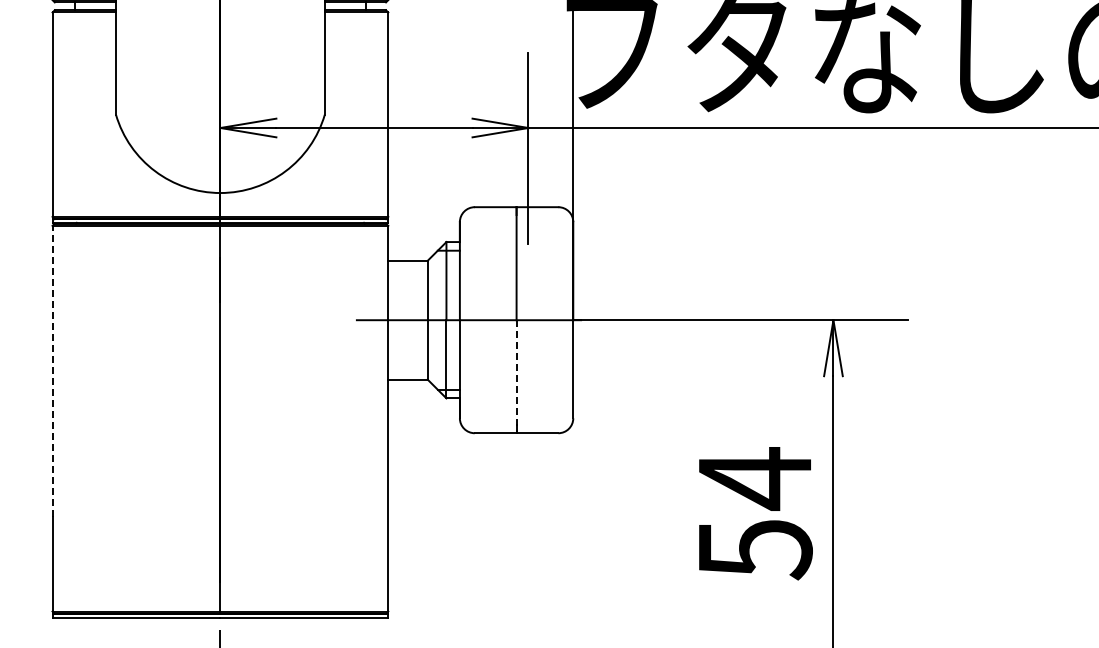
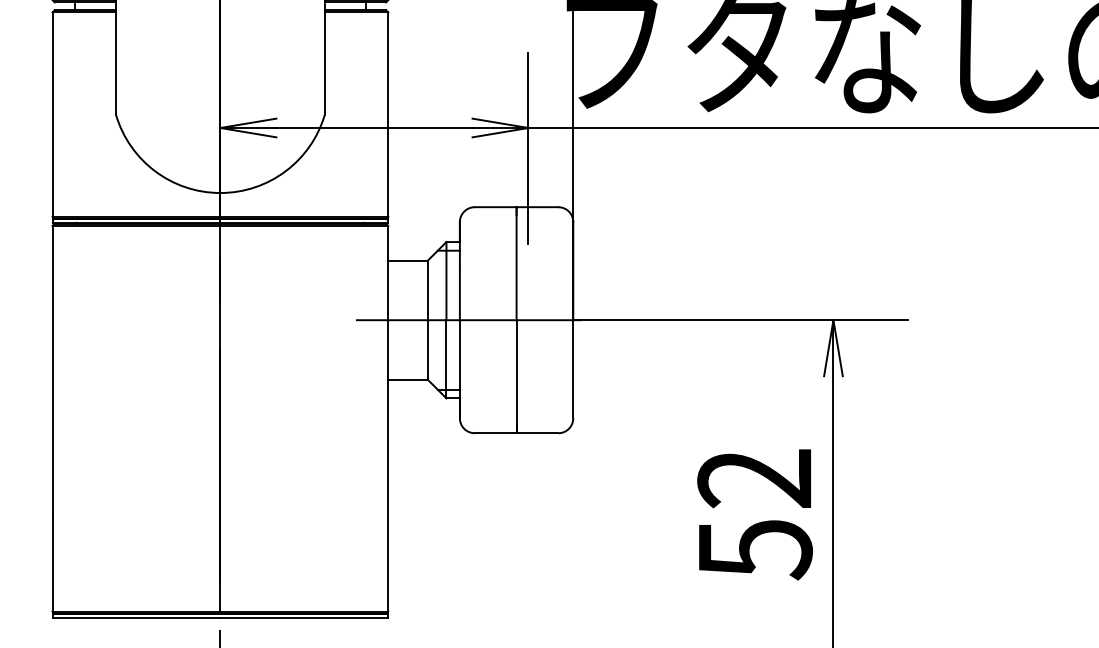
line at (52, 371): dashed -> solid
line at (516, 376): dashed -> solid
text at (753, 478): 54 -> 52
